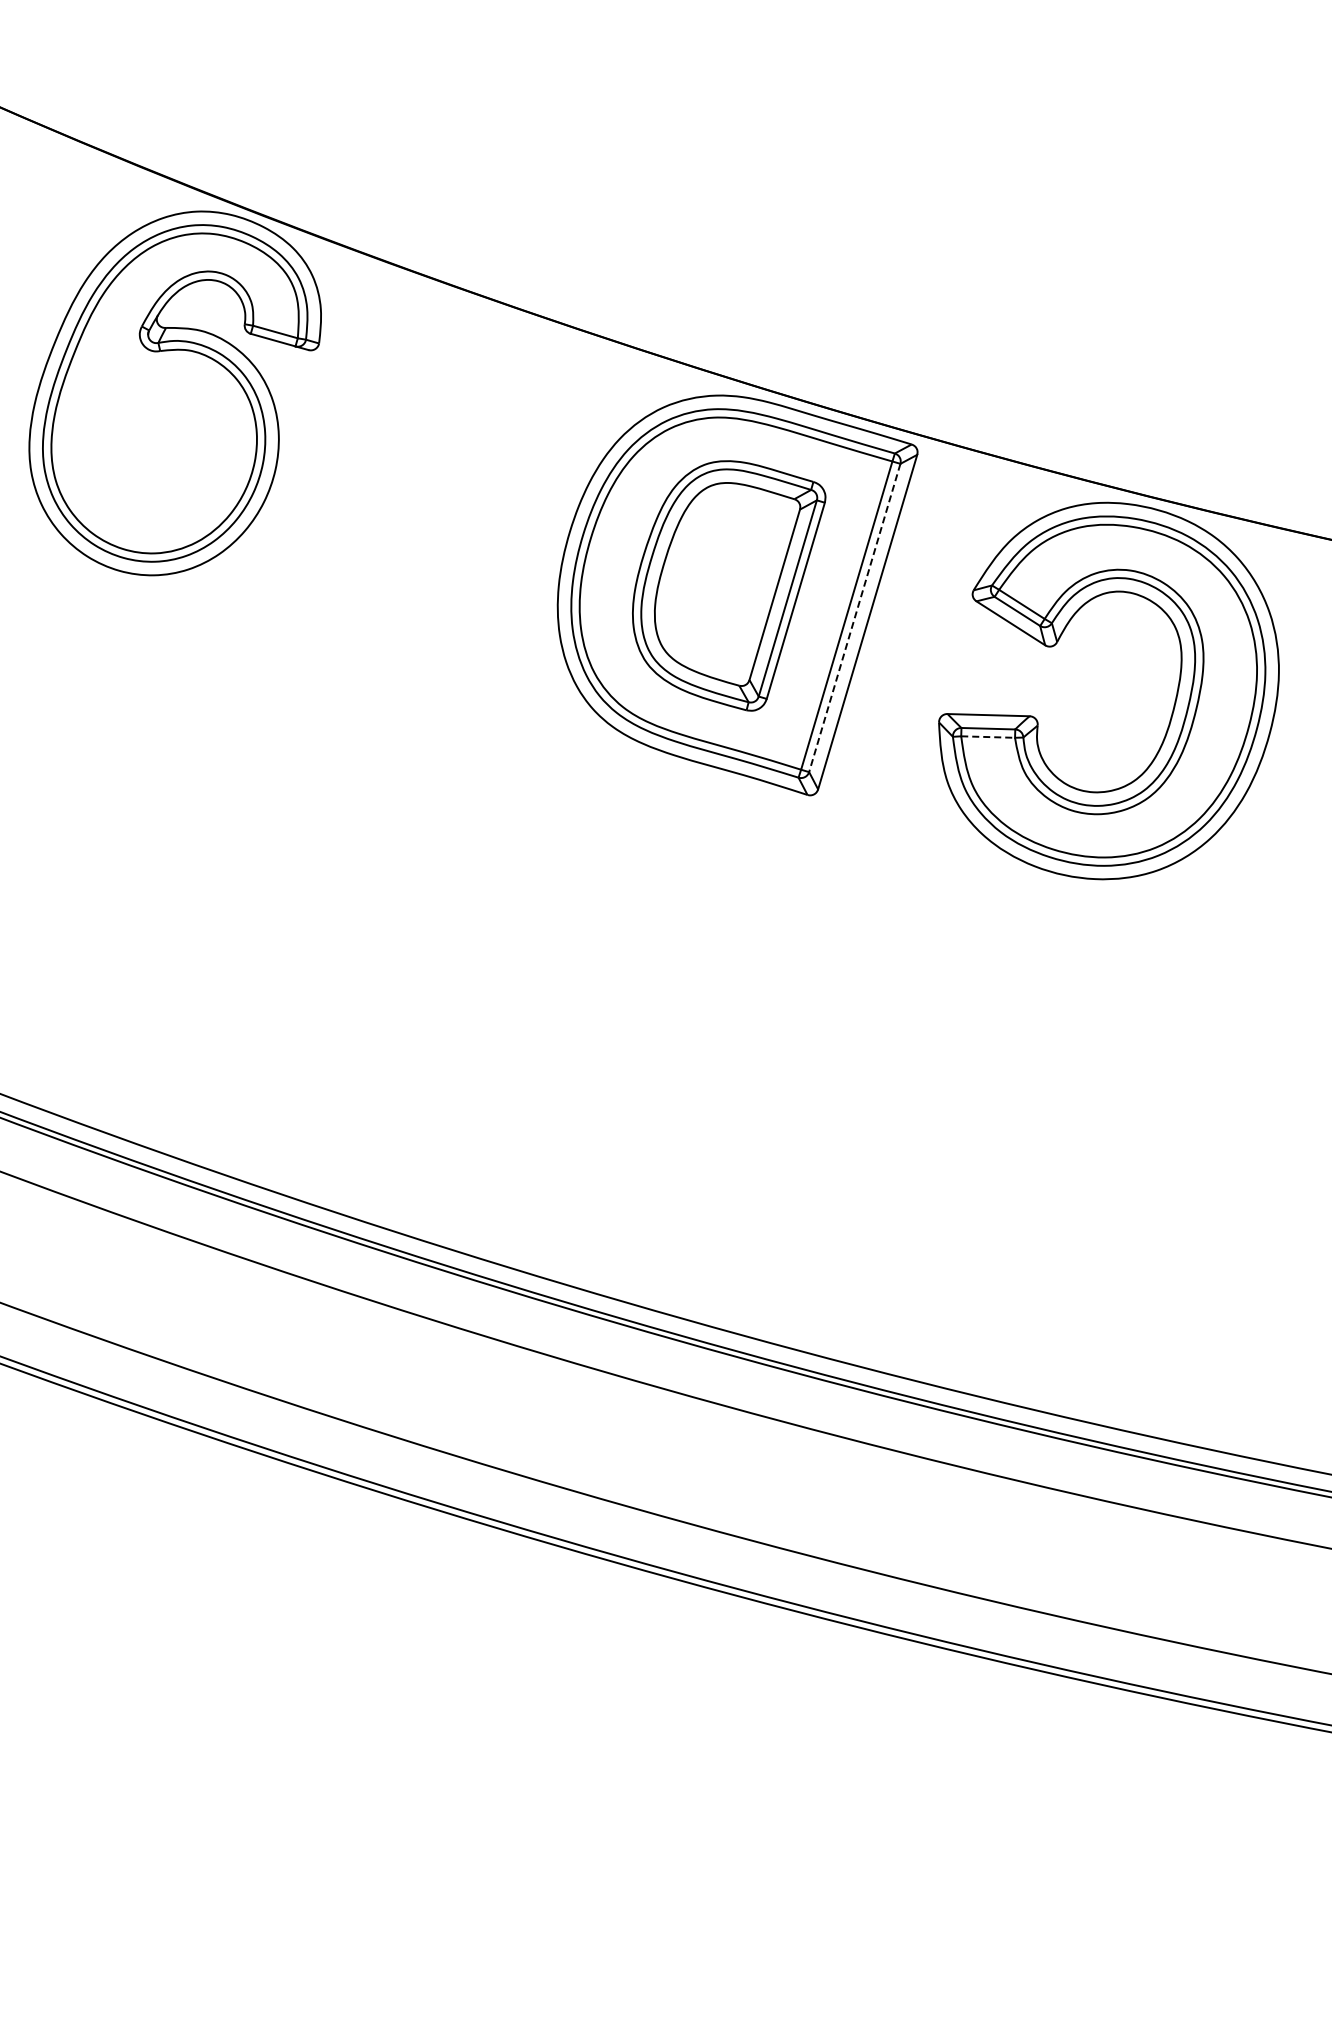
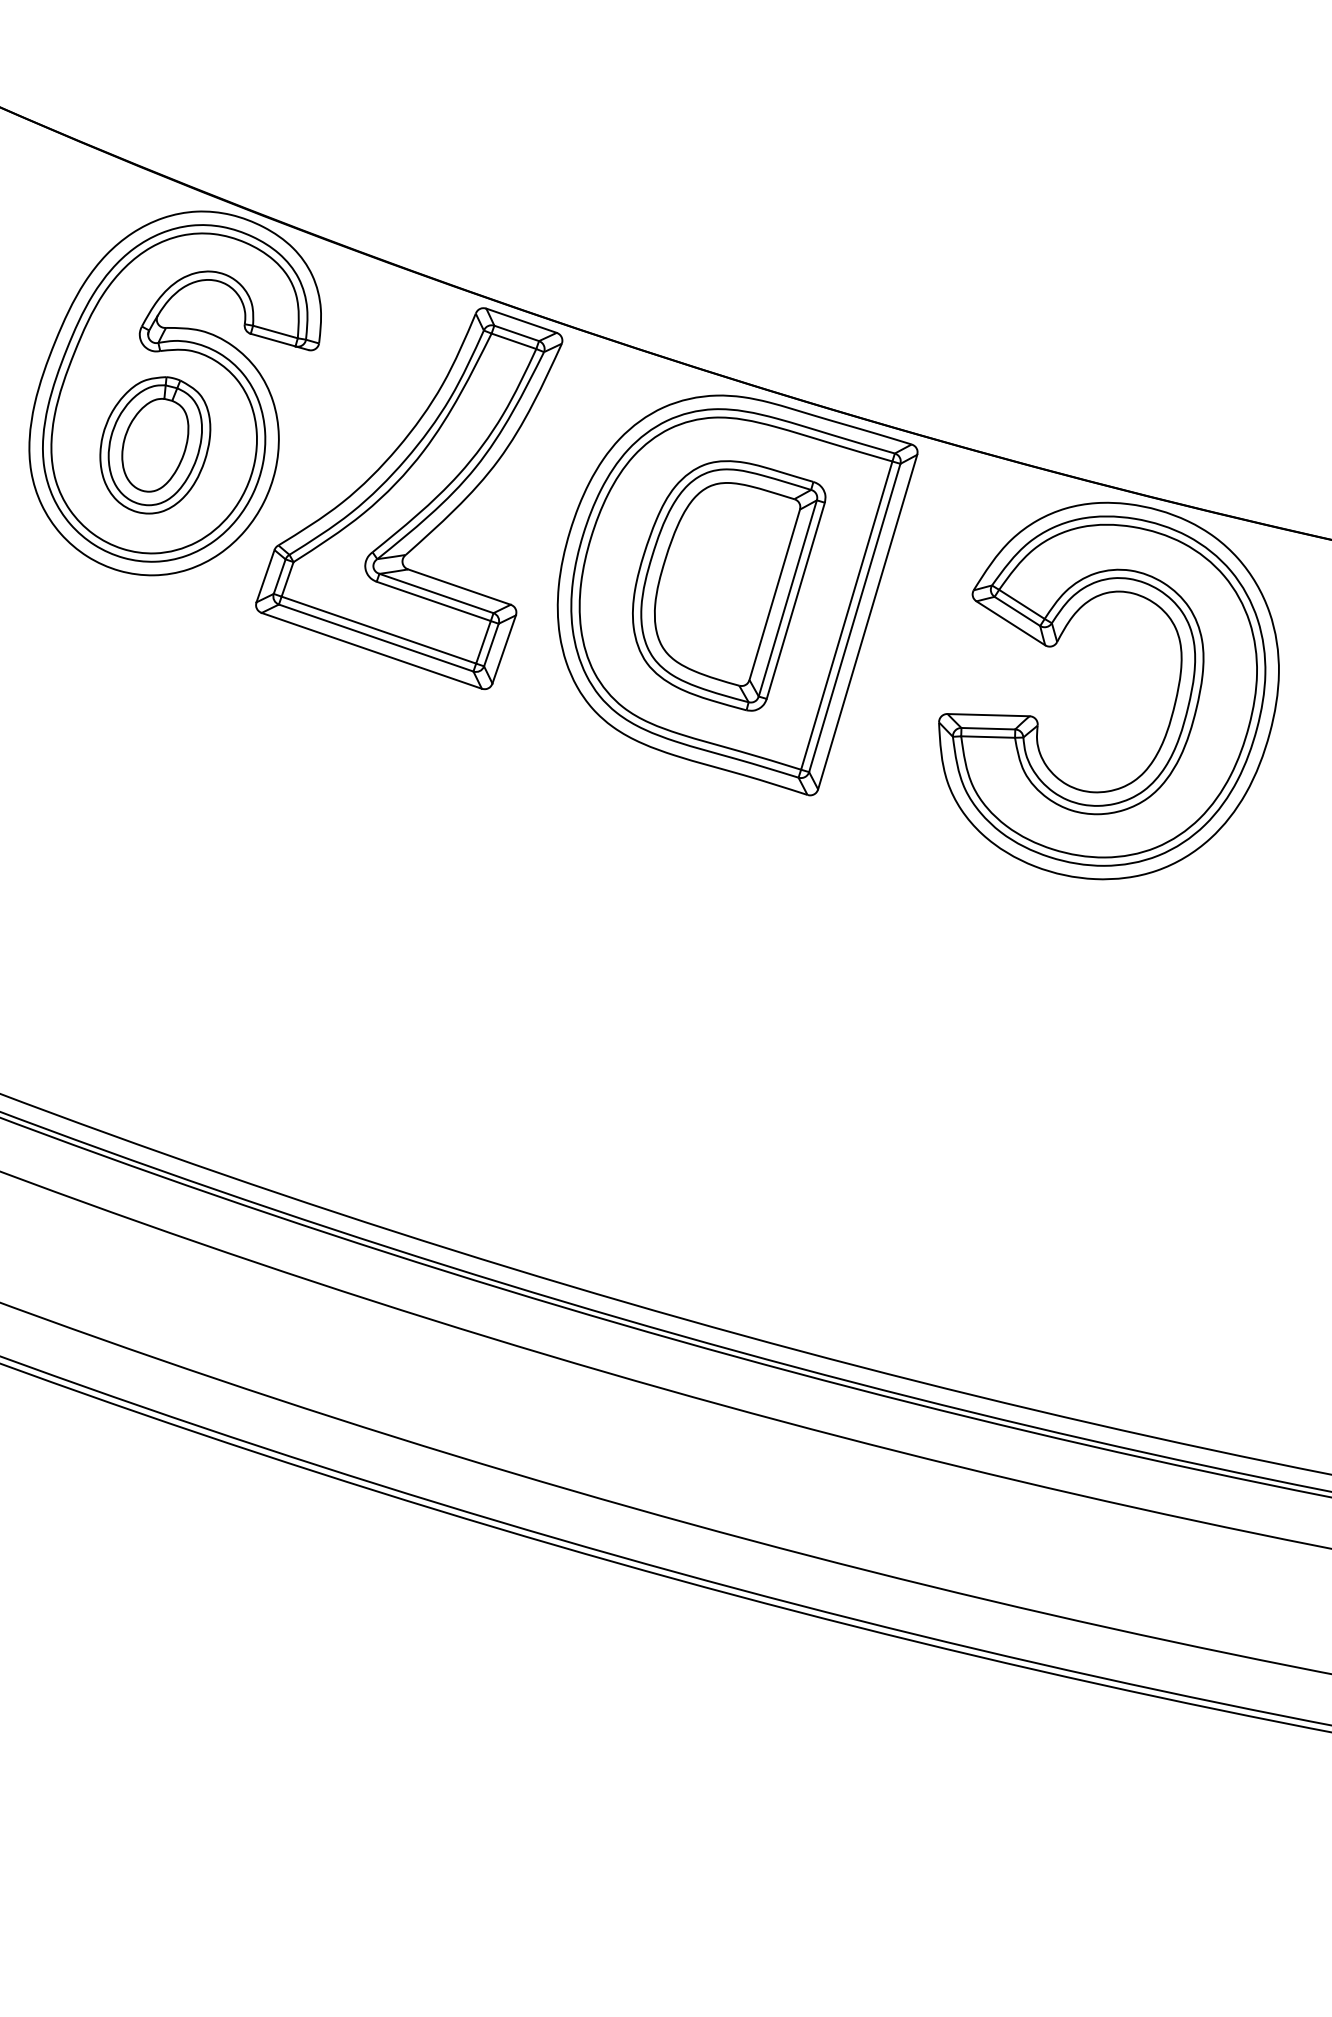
part at (155, 445): none -> present
part at (409, 498): none -> present
line at (854, 617): dashed -> solid
line at (988, 737): dashed -> solid
